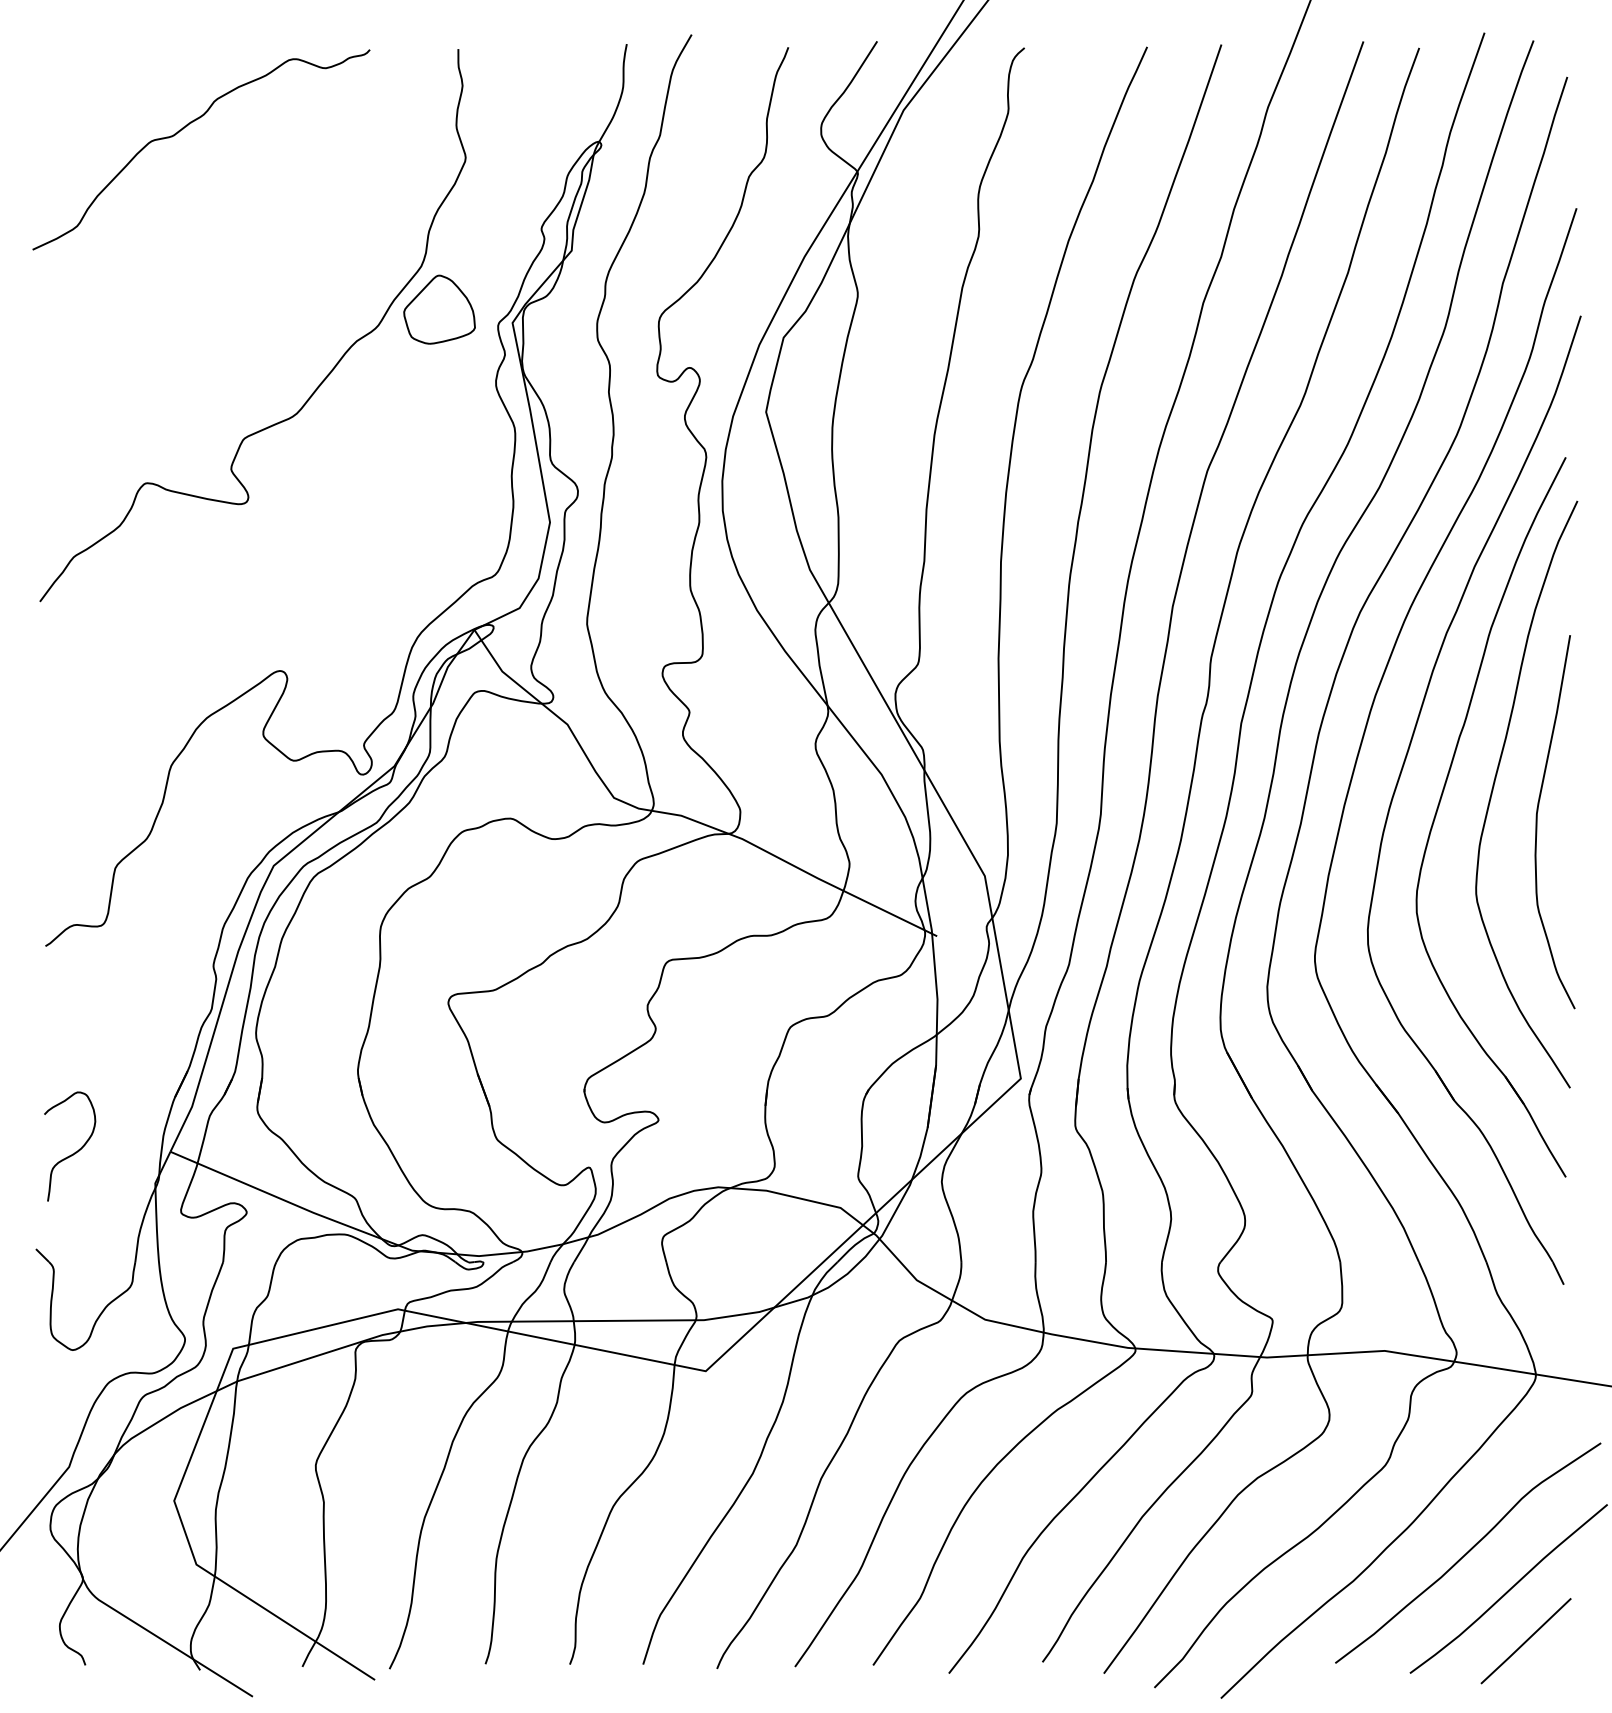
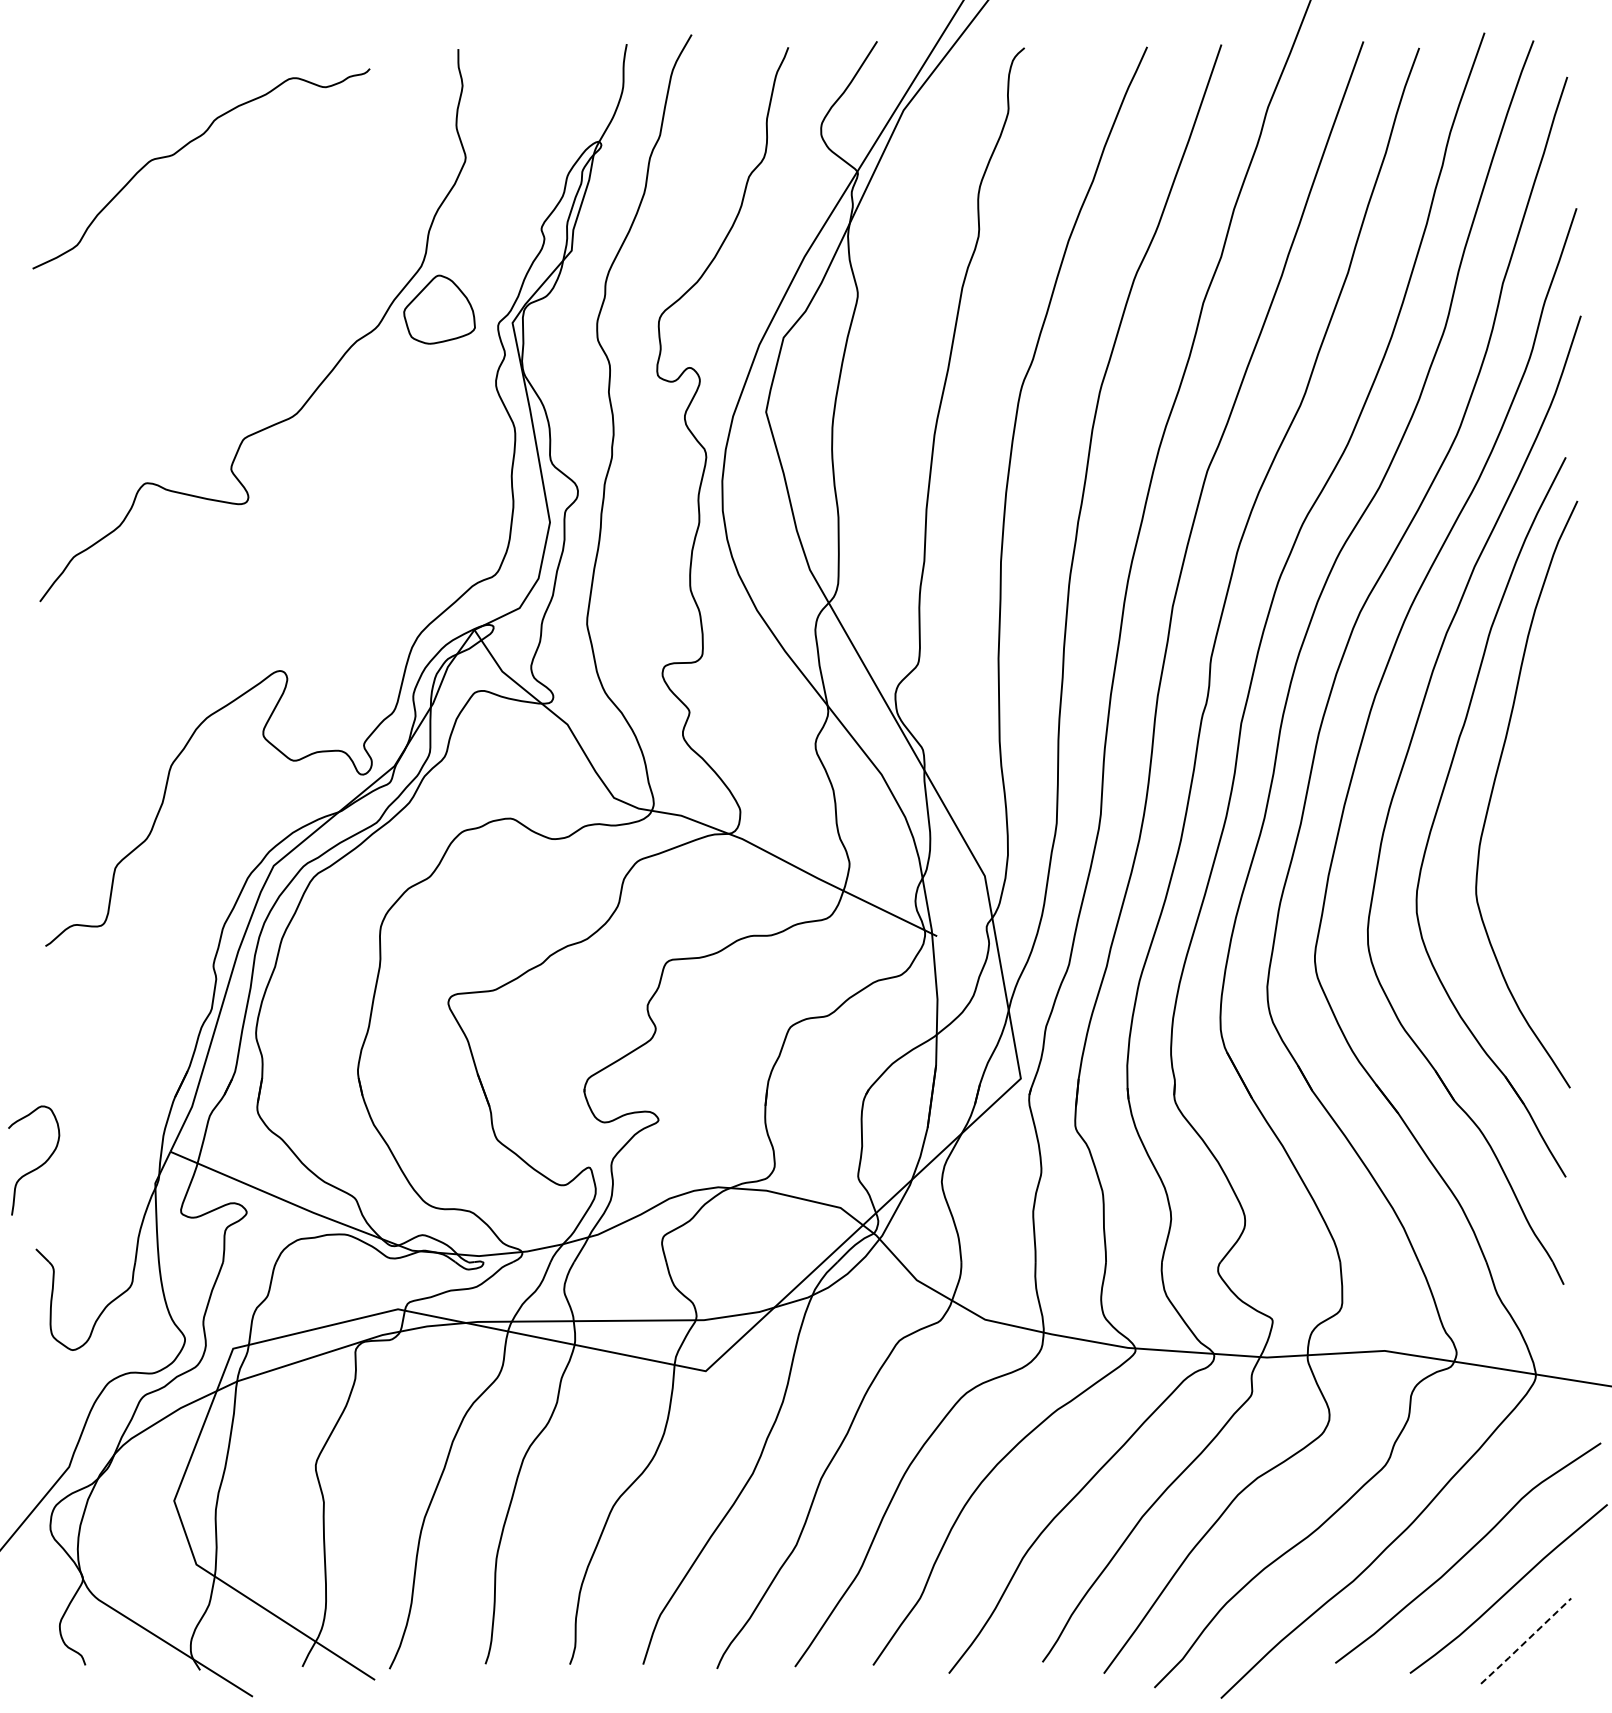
curve at (182, 130) position: (182, 130) -> (182, 149)
curve at (1537, 822): present -> none
curve at (75, 1151) position: (75, 1151) -> (39, 1165)
line at (1526, 1641): solid -> dashed
